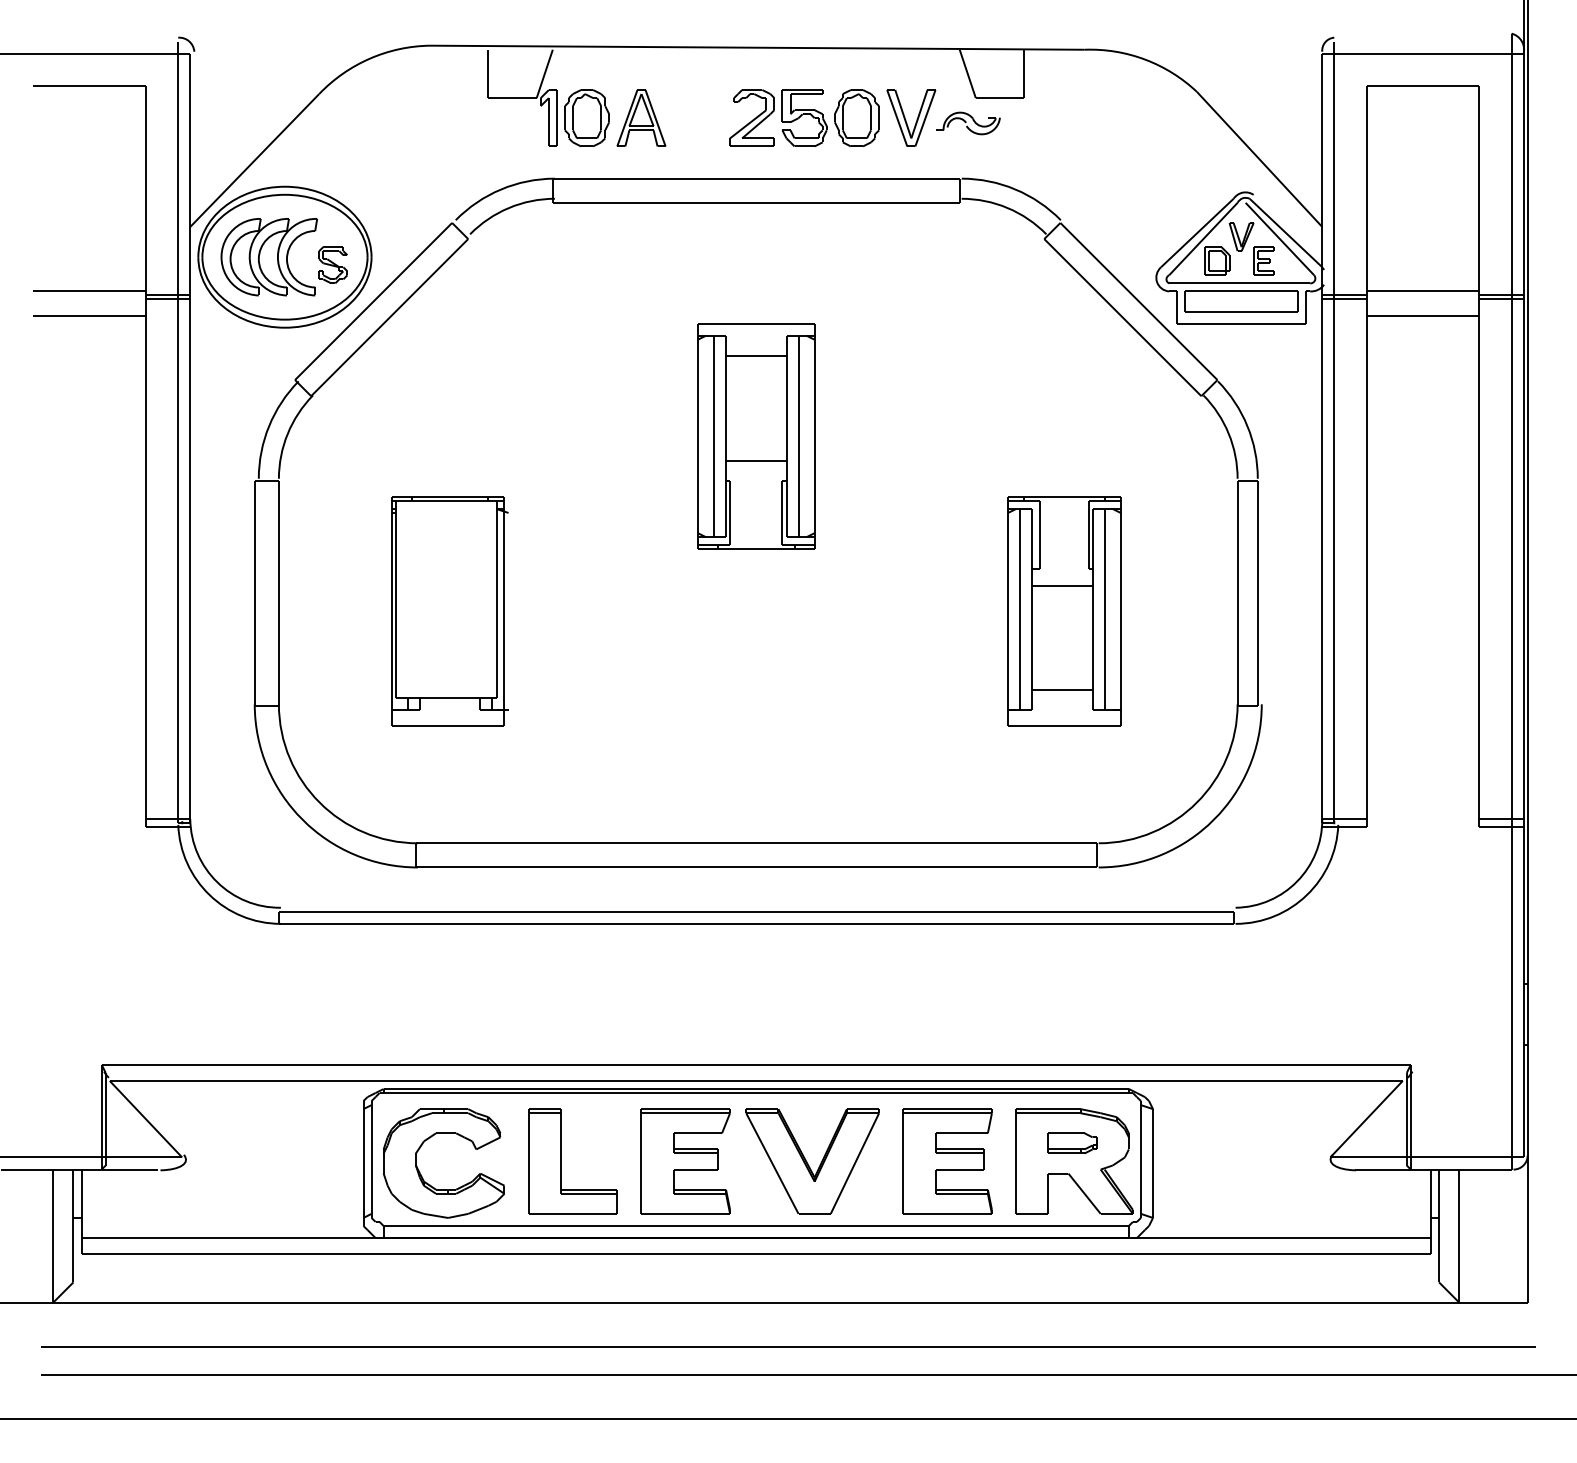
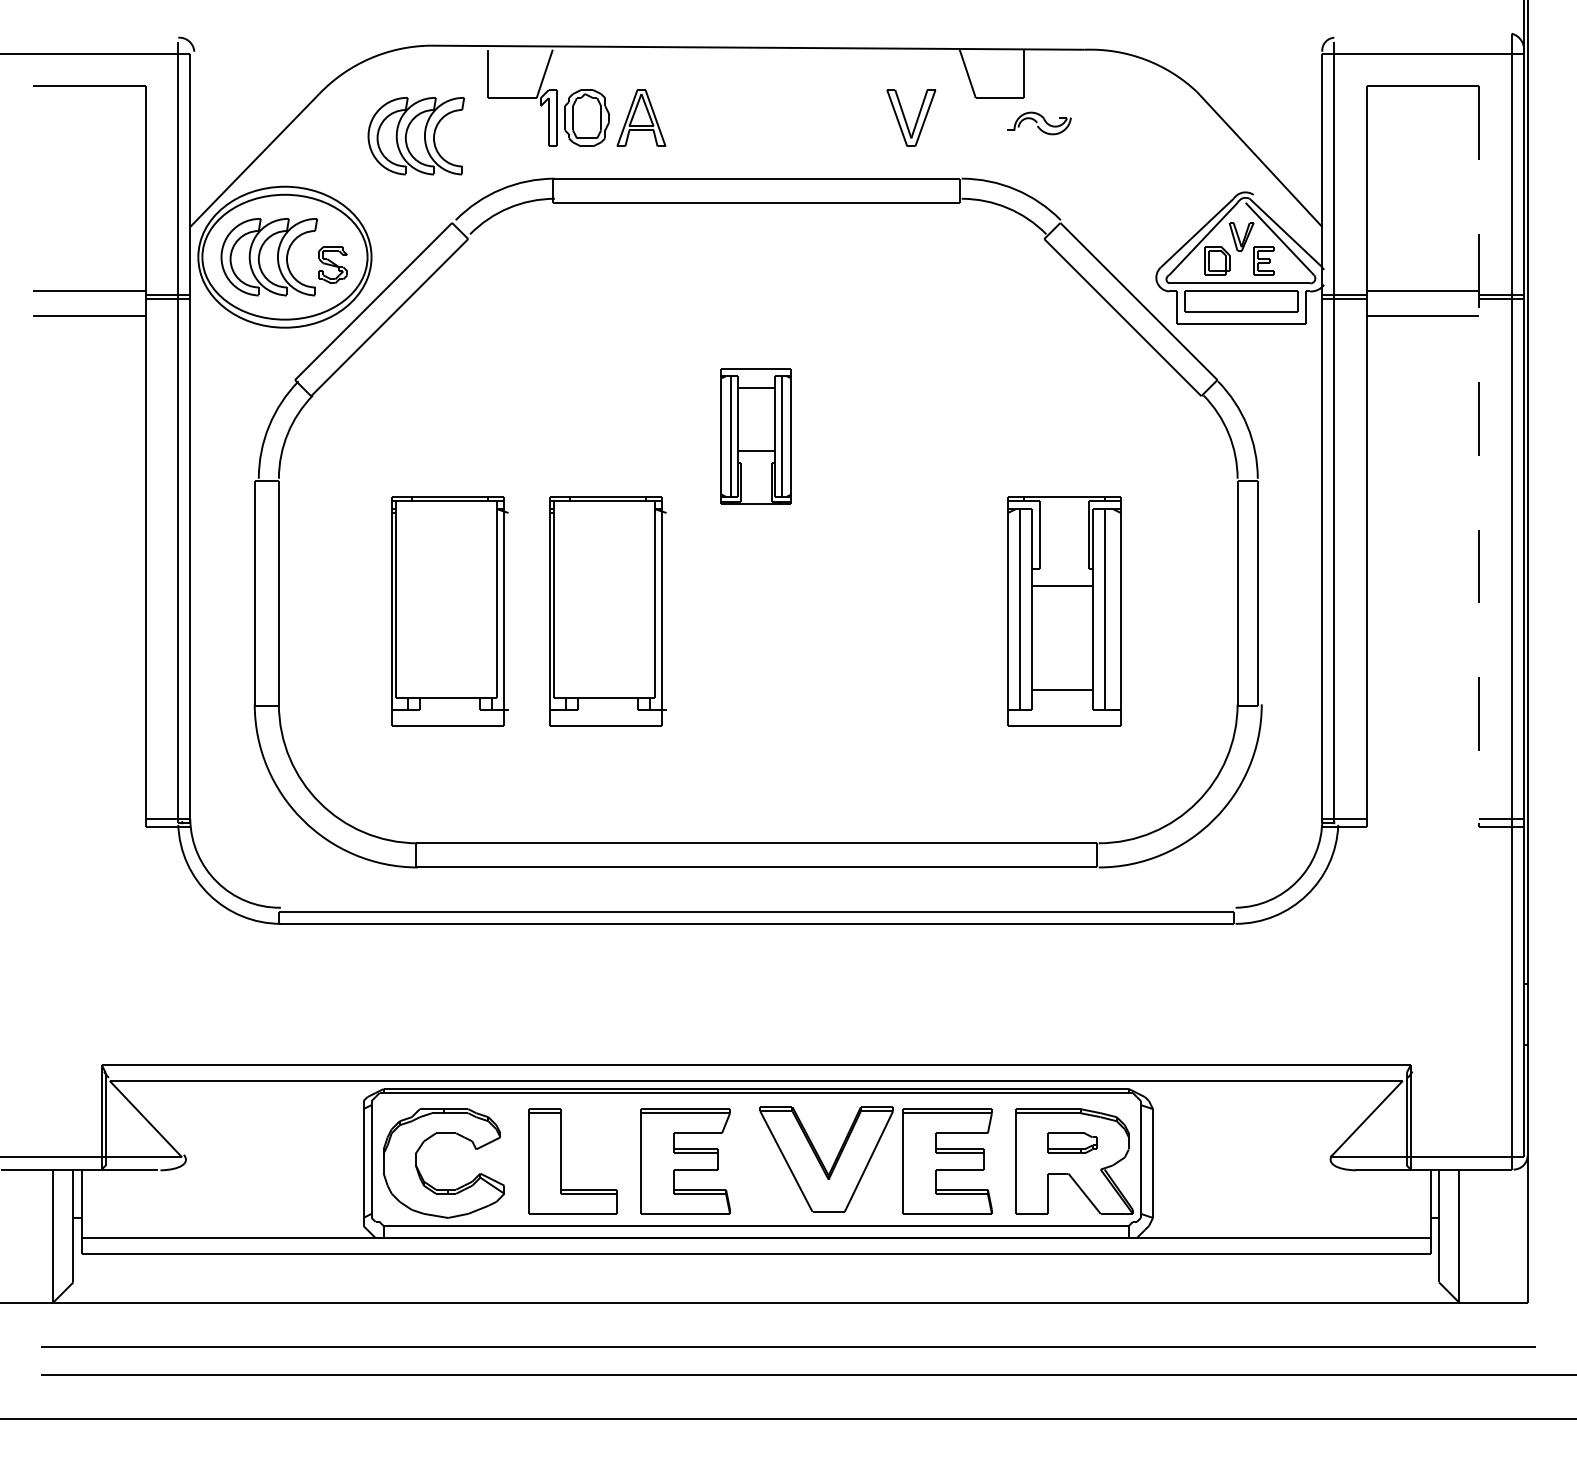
part at (804, 117): present -> none
part at (968, 123) position: (968, 123) -> (1039, 123)
part at (407, 133): none -> present
part at (756, 436) size: 119x227 px -> 72x137 px
line at (1479, 454): solid -> dashed
part at (607, 611): none -> present
part at (812, 1161) position: (812, 1161) -> (826, 1159)
